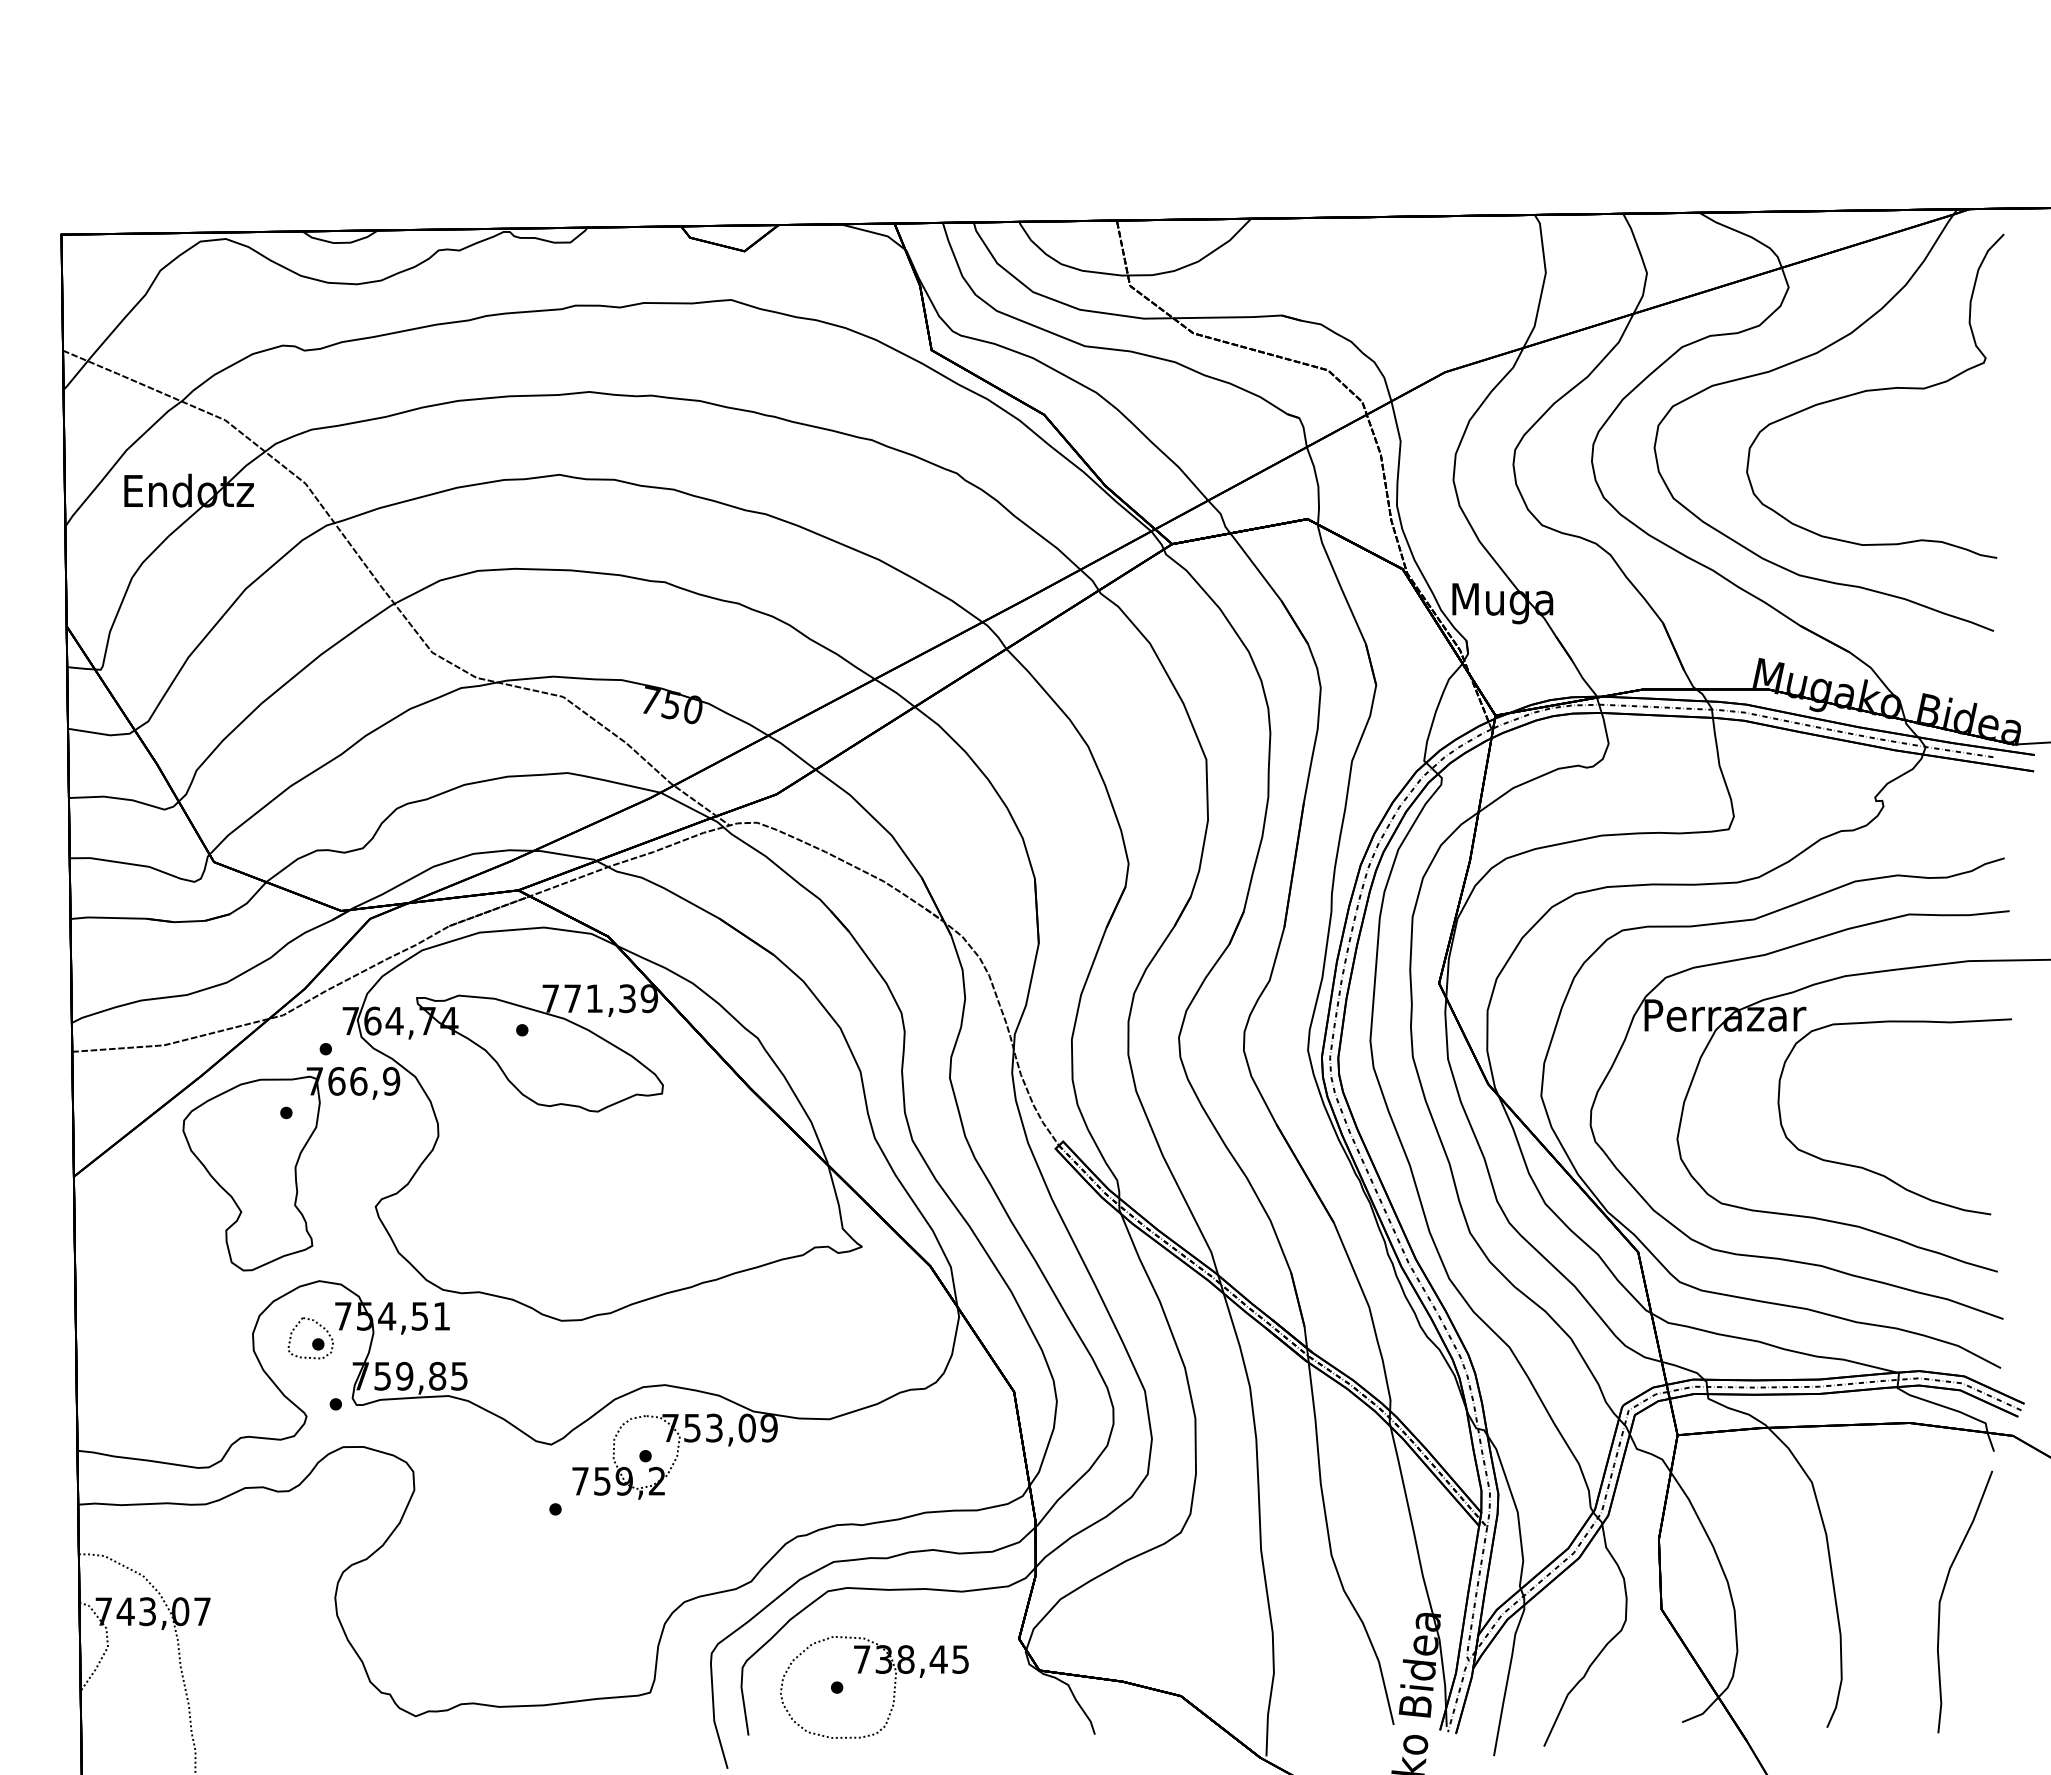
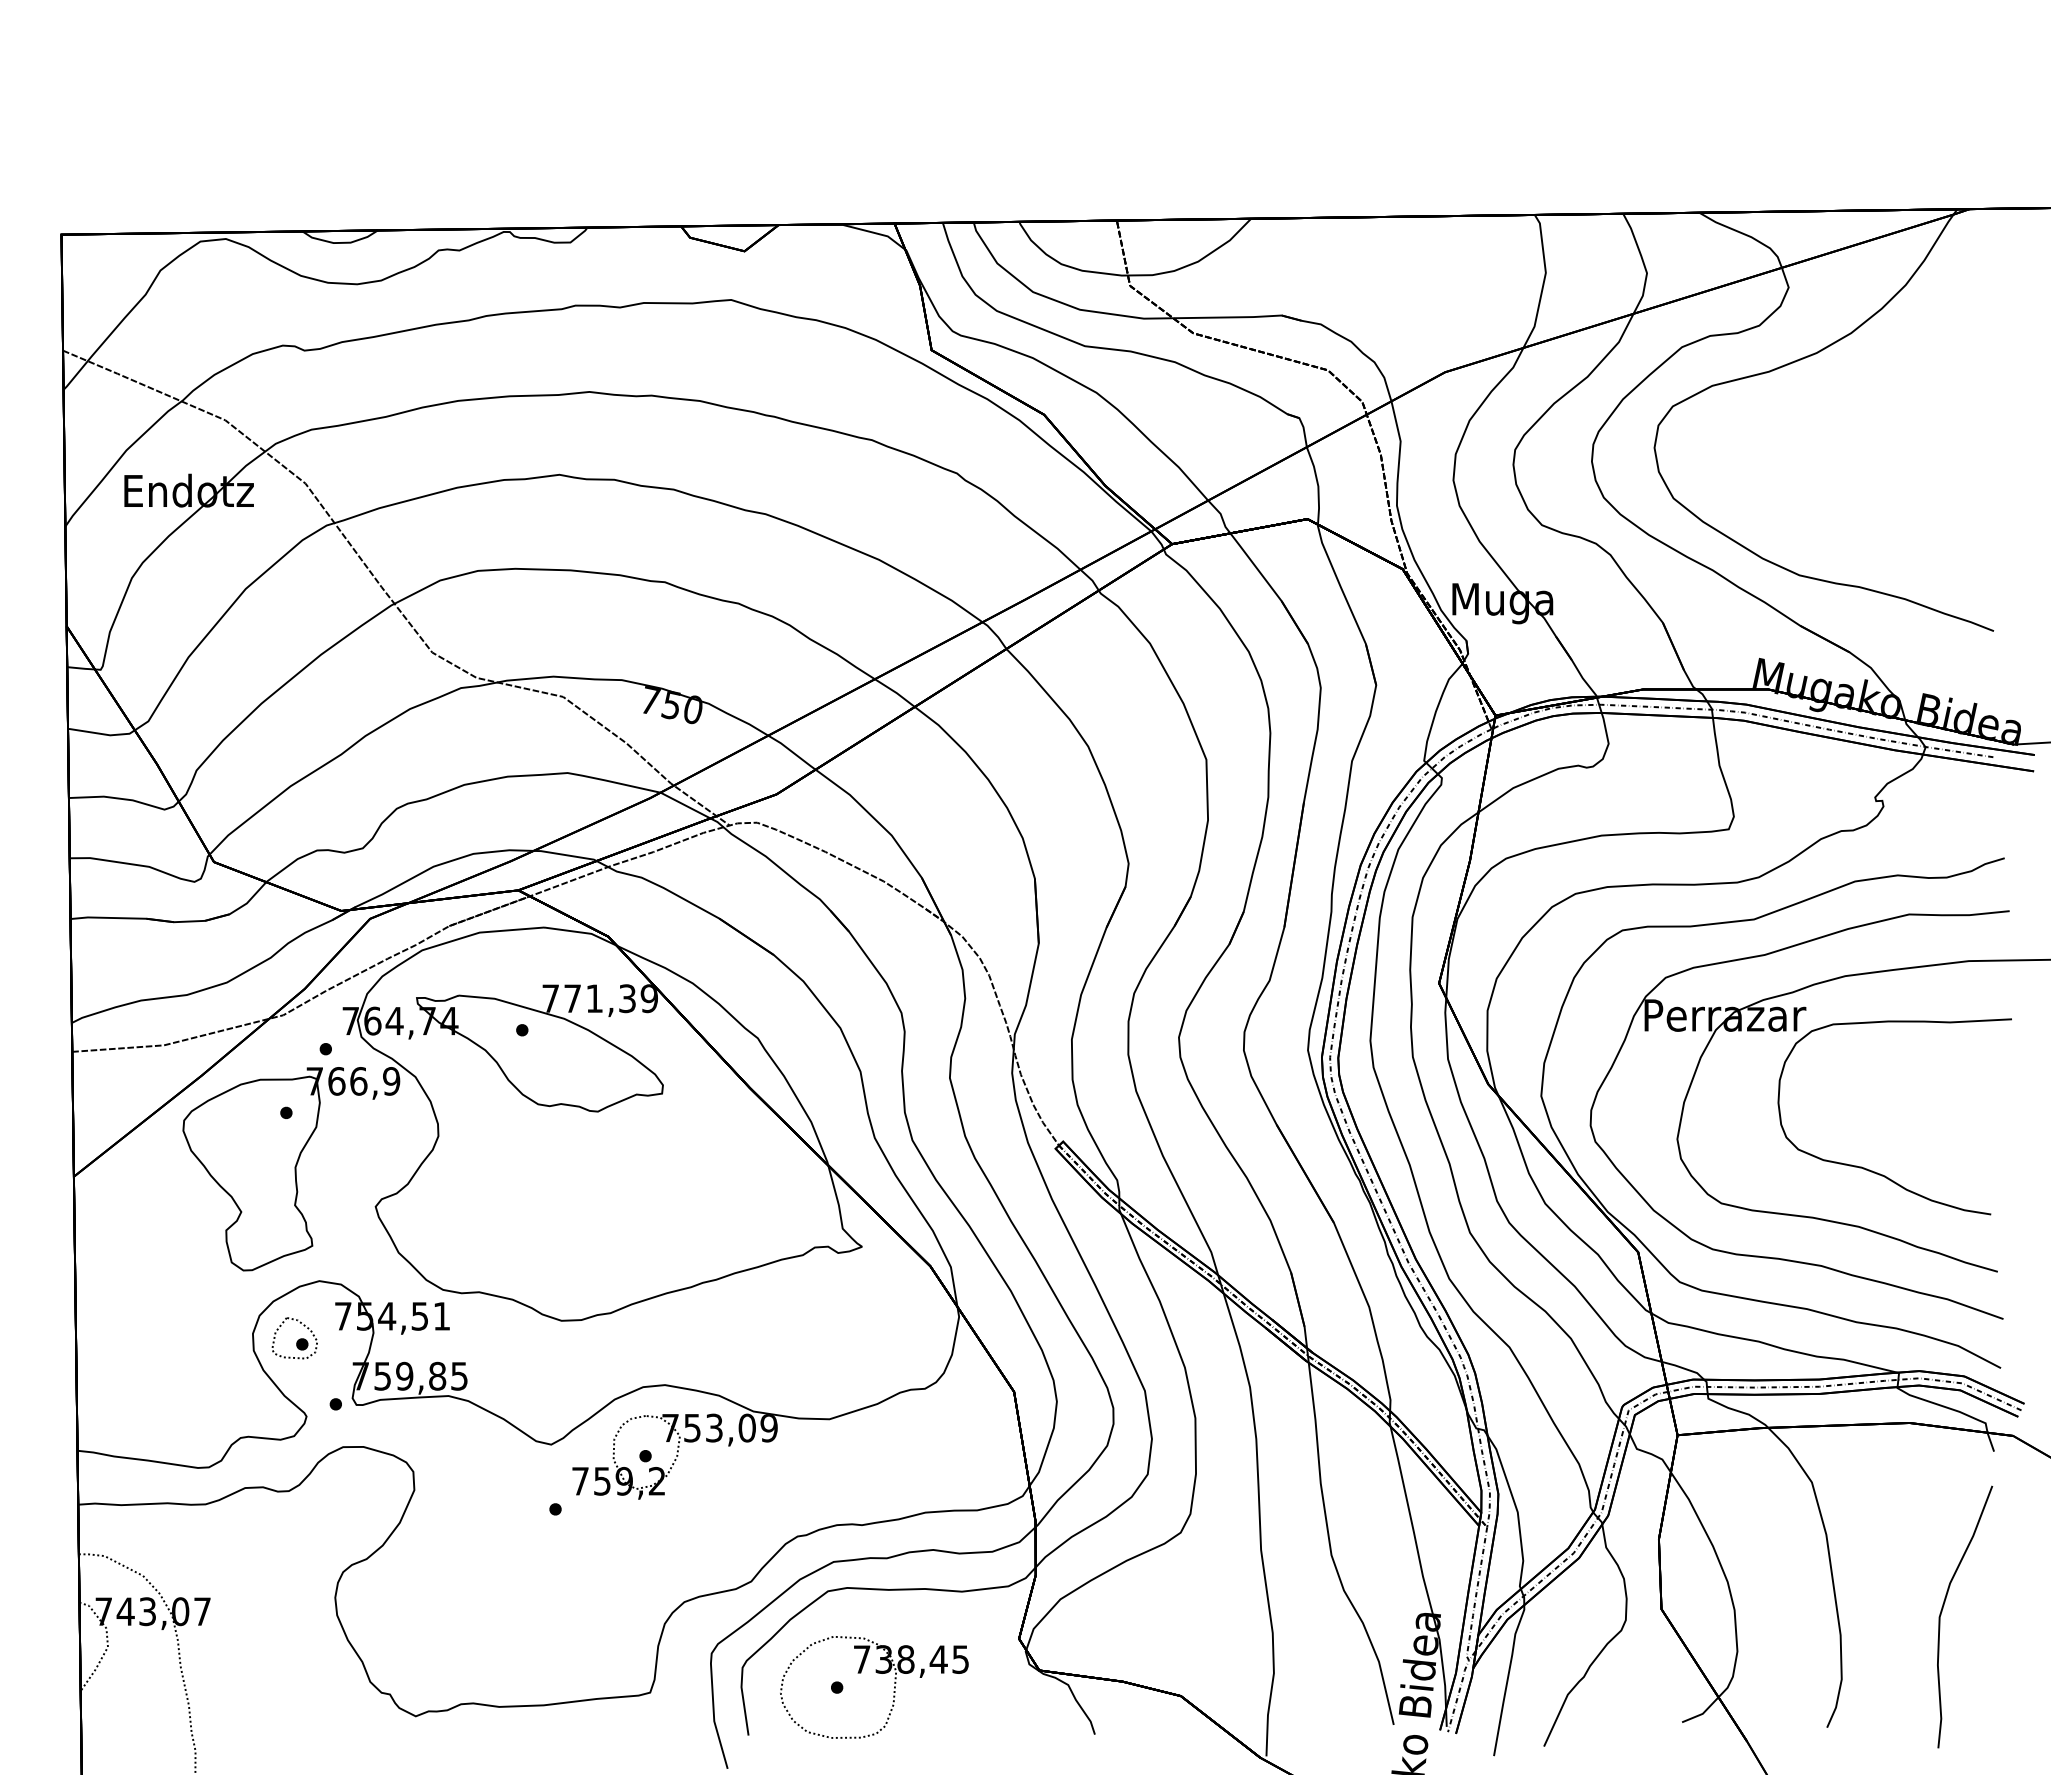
curve at (1873, 391): present -> none
part at (310, 1338) position: (310, 1338) -> (294, 1338)
curve at (1942, 1597) position: (1942, 1597) -> (1942, 1612)
